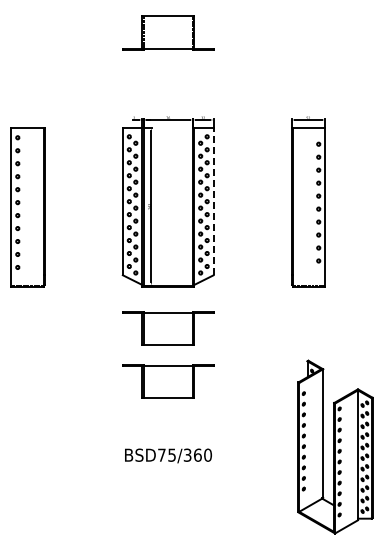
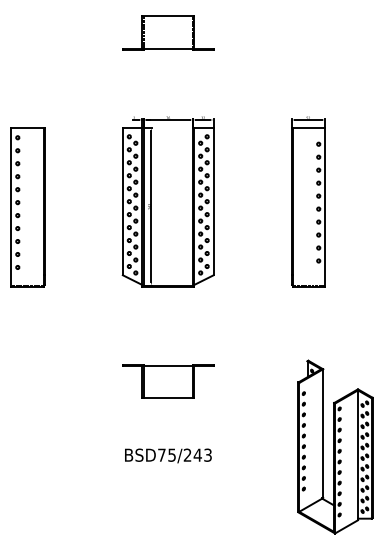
line at (213, 201): dashed -> solid
part at (168, 328): present -> none
text at (197, 454): BSD75/360 -> BSD75/243
